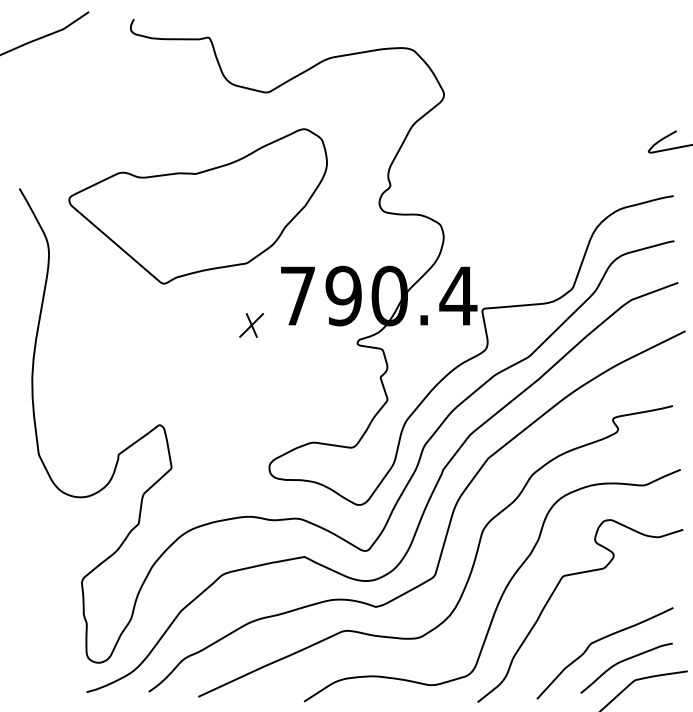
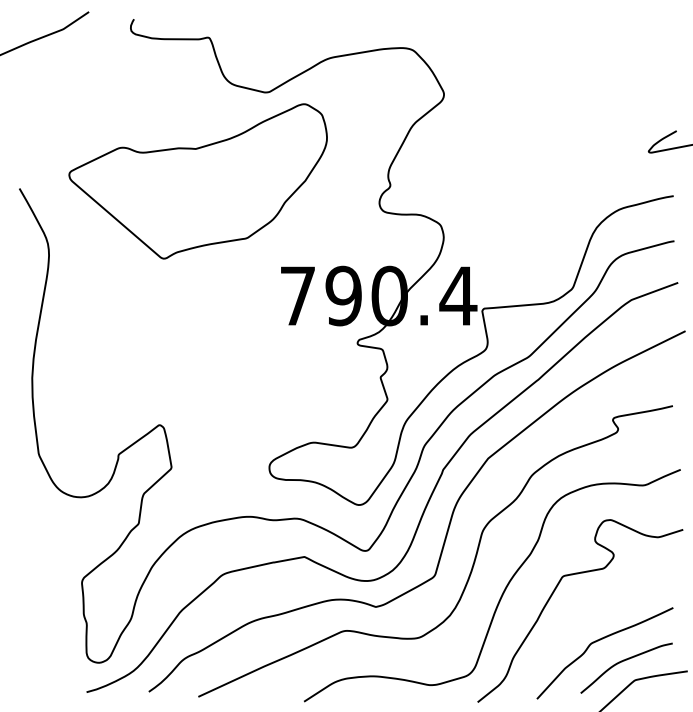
part at (197, 206) position: (197, 206) -> (197, 181)
part at (251, 325): present -> none
